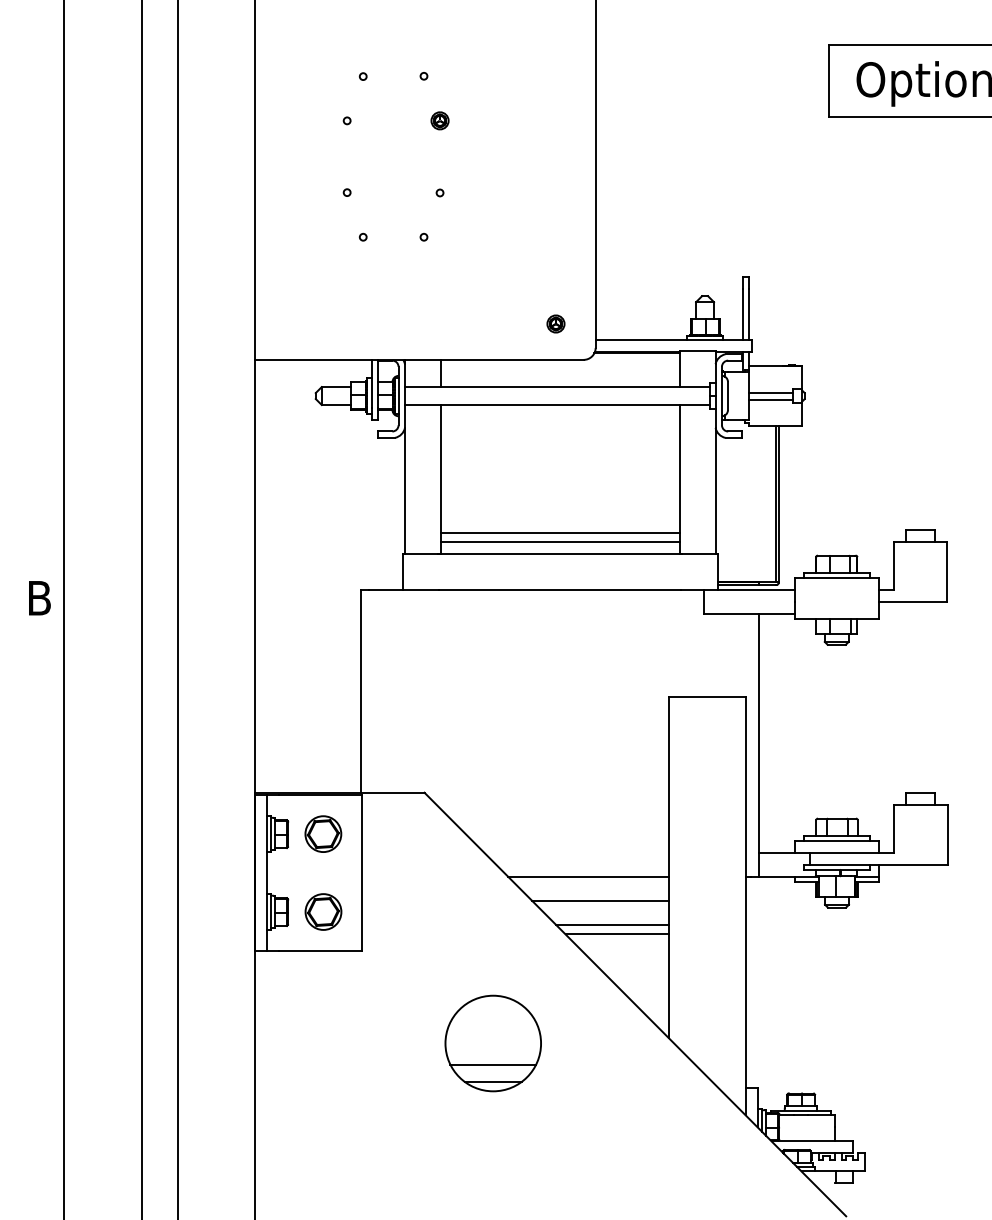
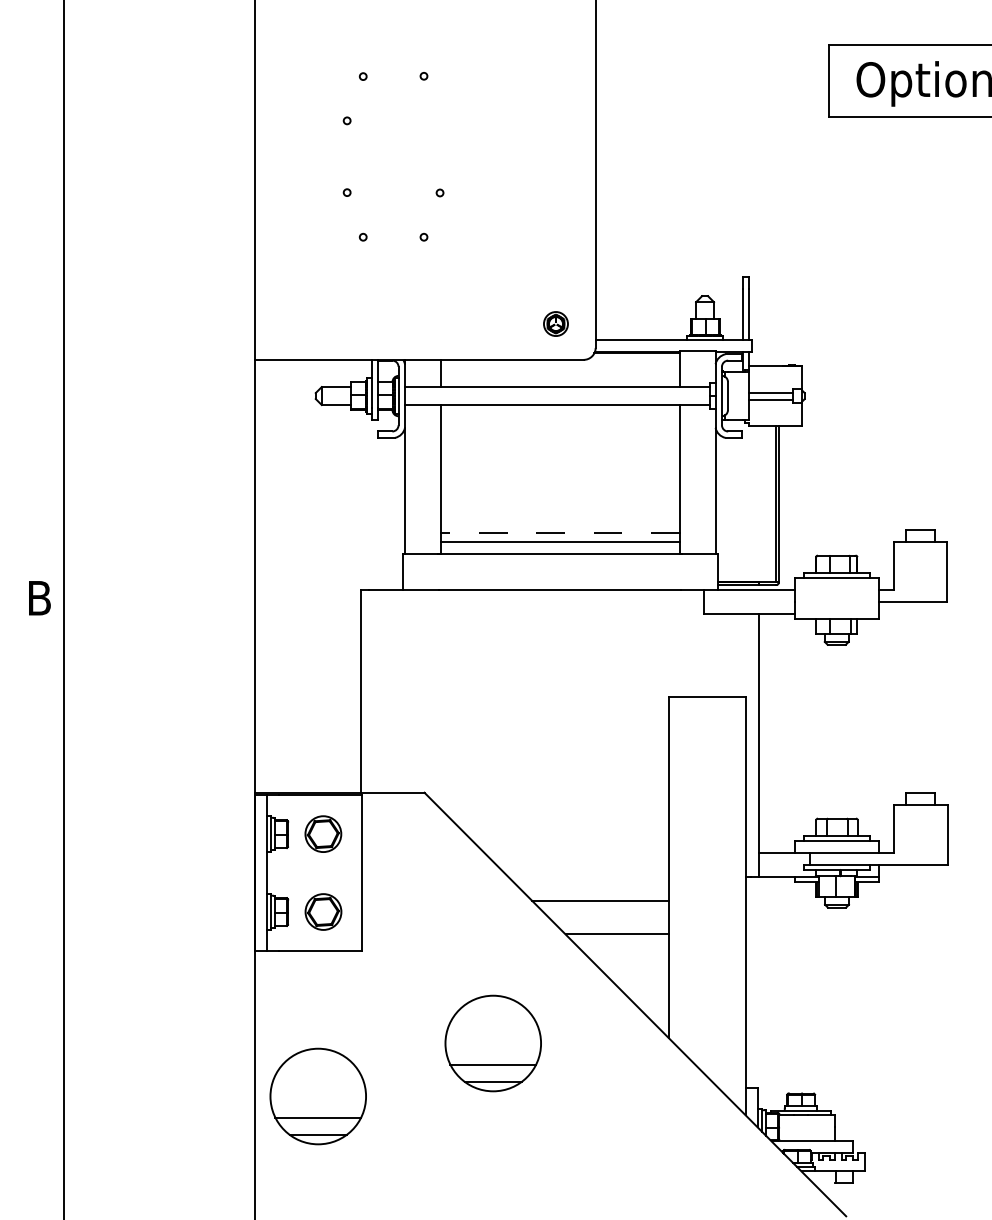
part at (439, 120): present -> none
part at (555, 323) size: 20x20 px -> 26x26 px
line at (559, 532): solid -> dashed
line at (141, 609): present -> none
line at (177, 609): present -> none
line at (588, 876): present -> none
line at (611, 924): present -> none
part at (317, 1096): none -> present
